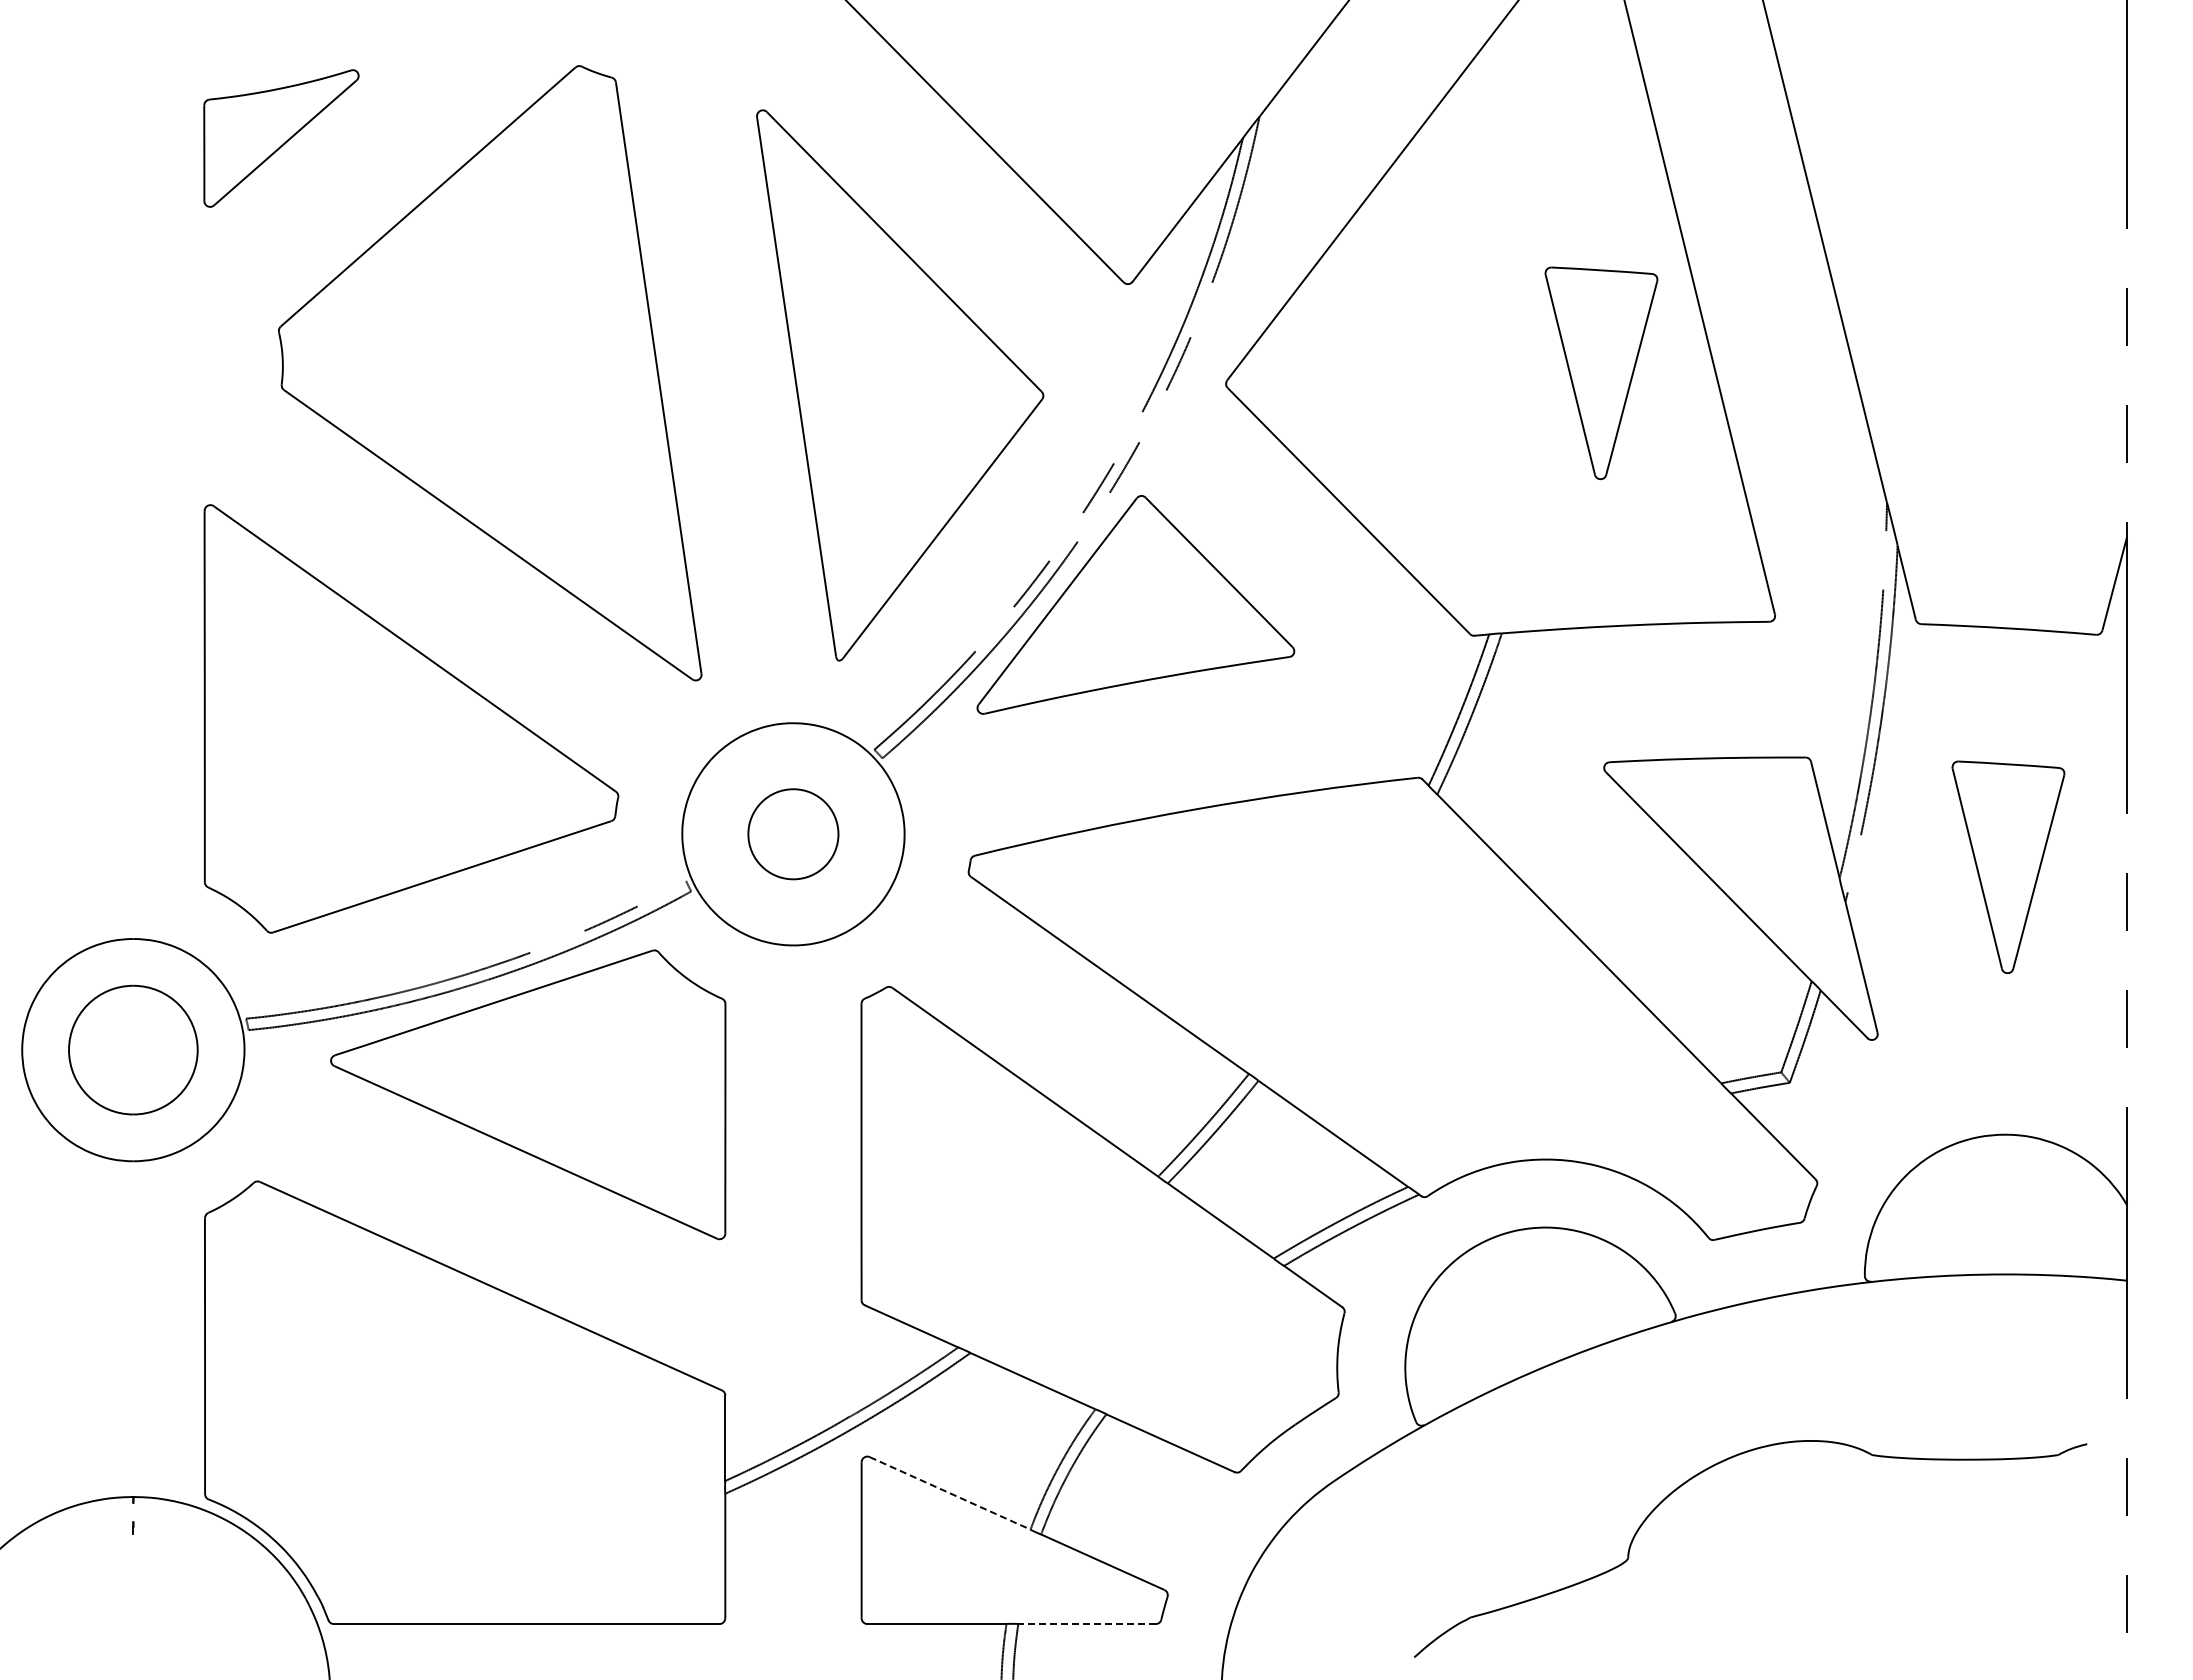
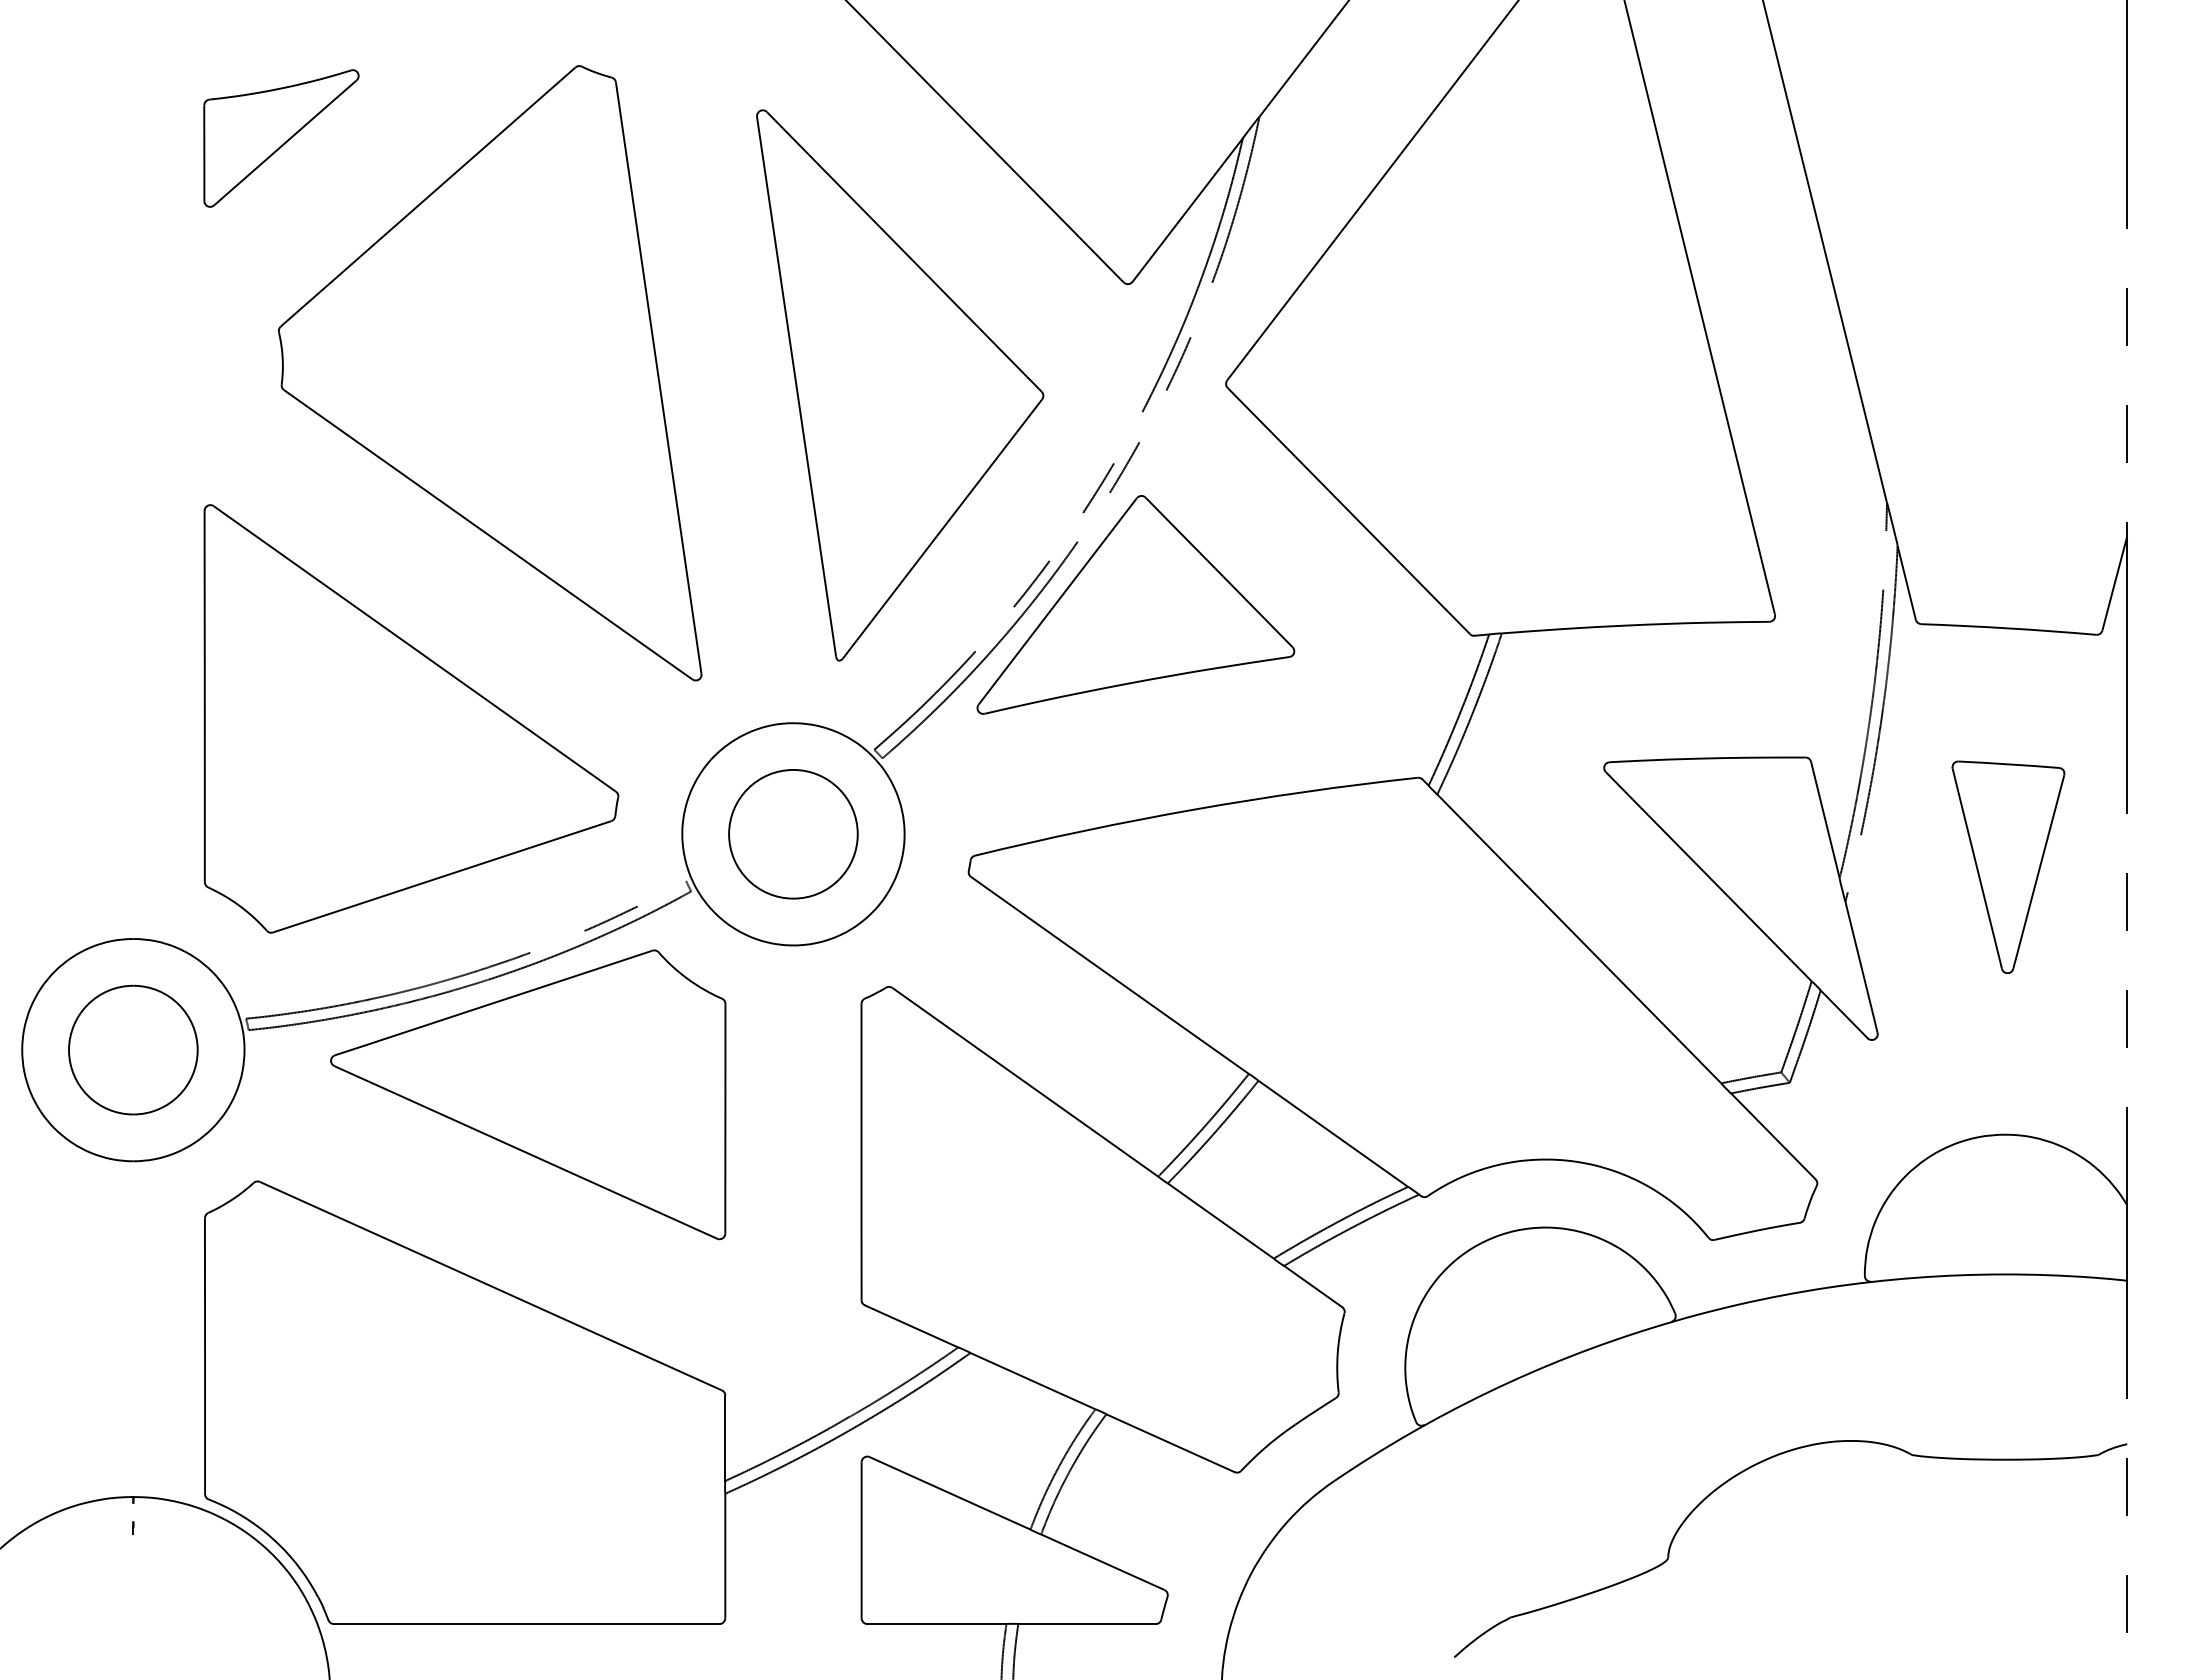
part at (1601, 373): present -> none
circle at (793, 834) diameter: 90 px -> 129 px
part at (1705, 1471) position: (1705, 1471) -> (1745, 1471)
line at (951, 1493): dashed -> solid
line at (1087, 1624): dashed -> solid
